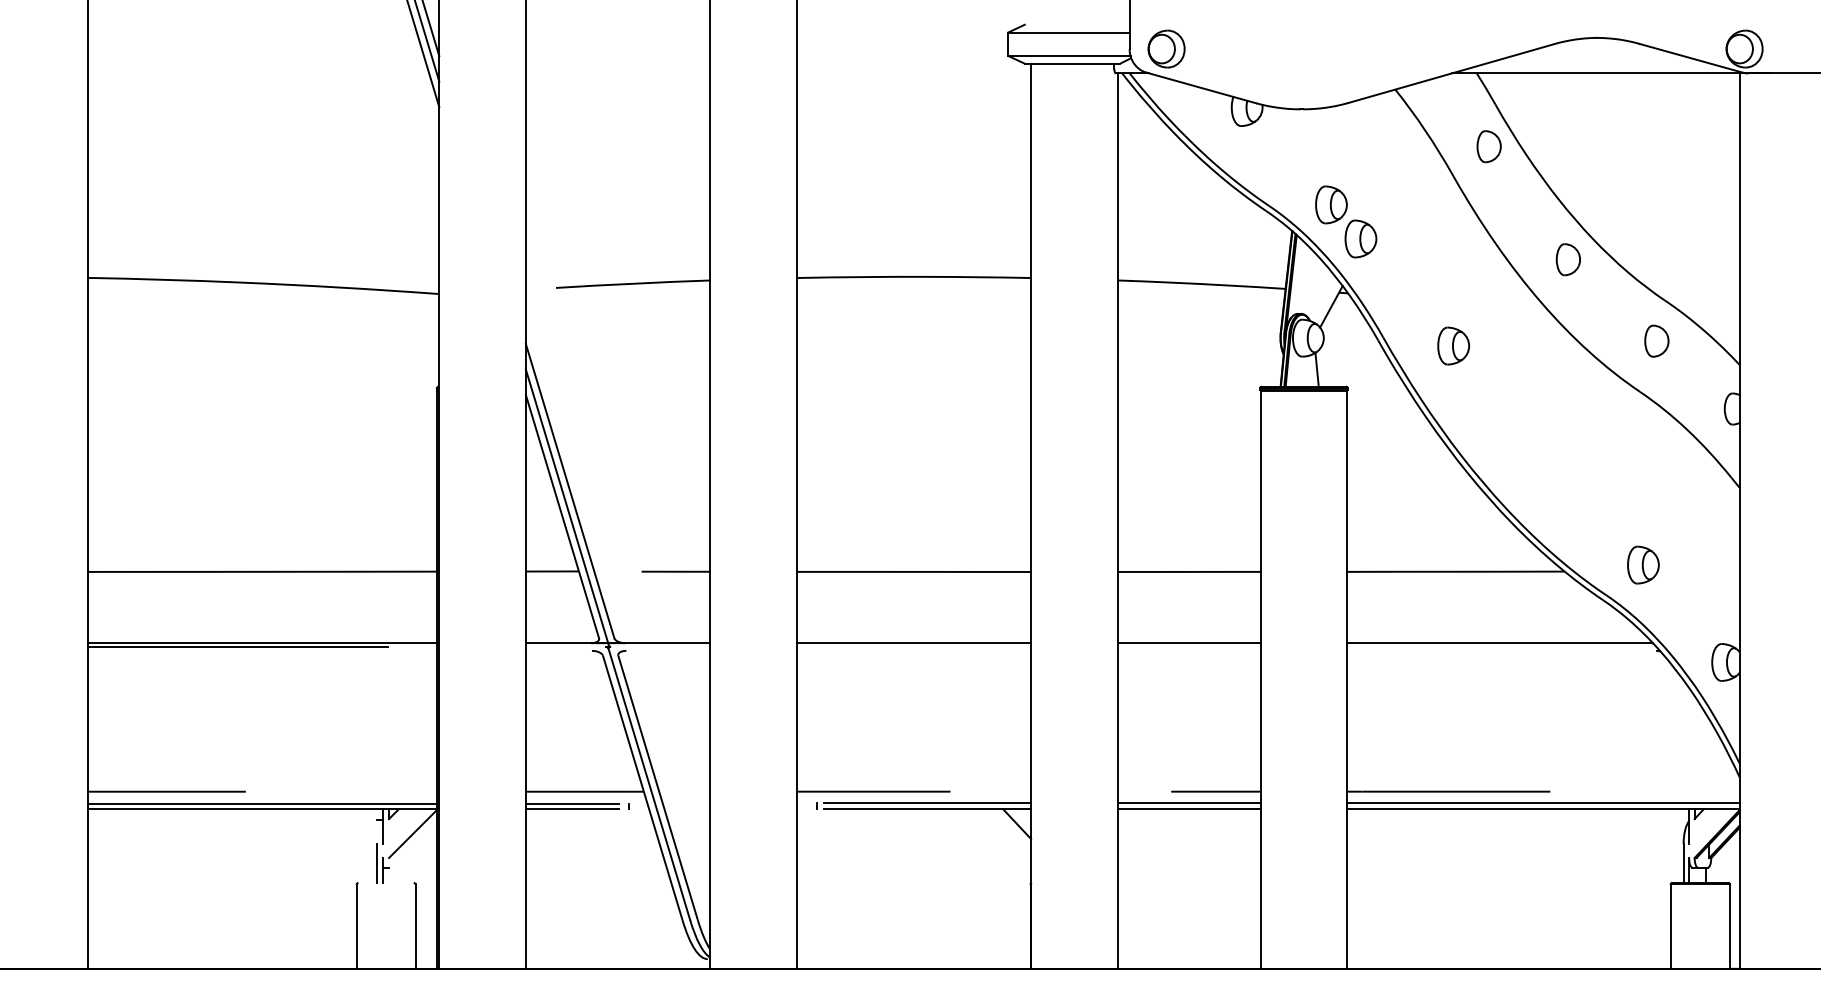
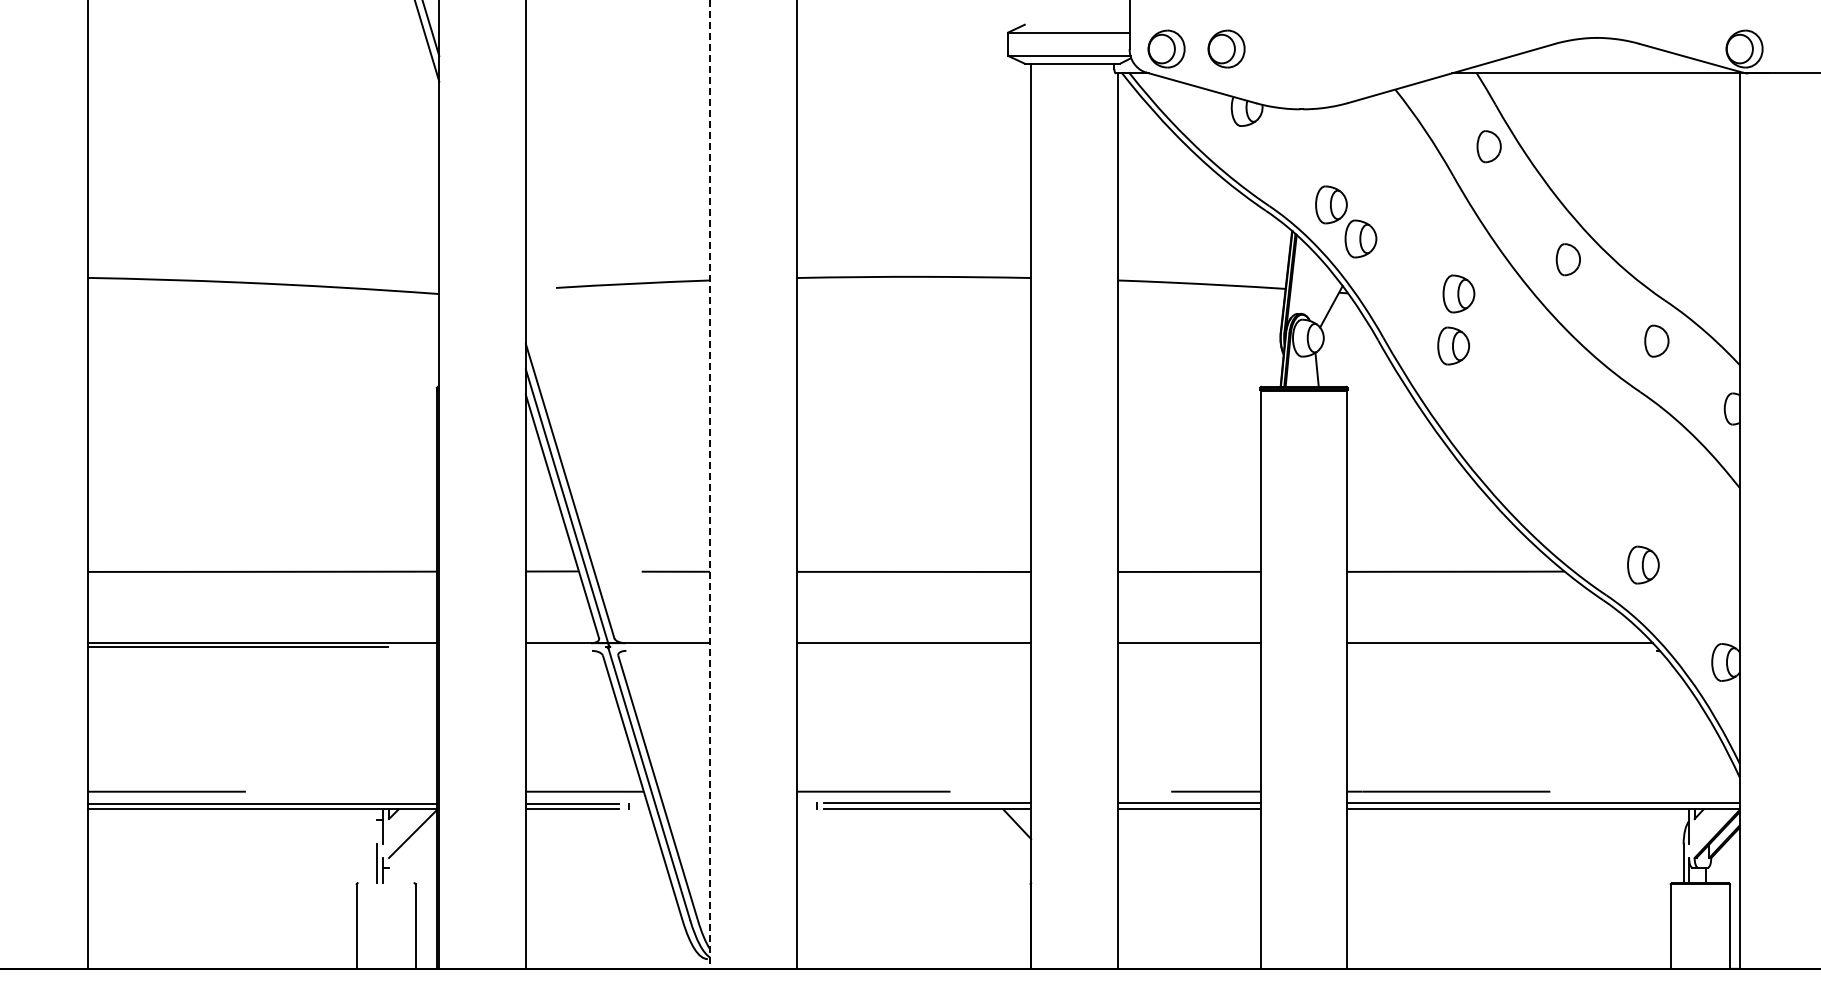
part at (1226, 48): none -> present
line at (423, 54): present -> none
part at (1458, 293): none -> present
line at (709, 485): solid -> dashed
